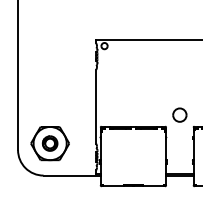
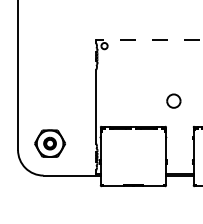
line at (148, 39): solid -> dashed
part at (179, 114) position: (179, 114) -> (173, 100)
part at (49, 143) size: 40x36 px -> 32x29 px
